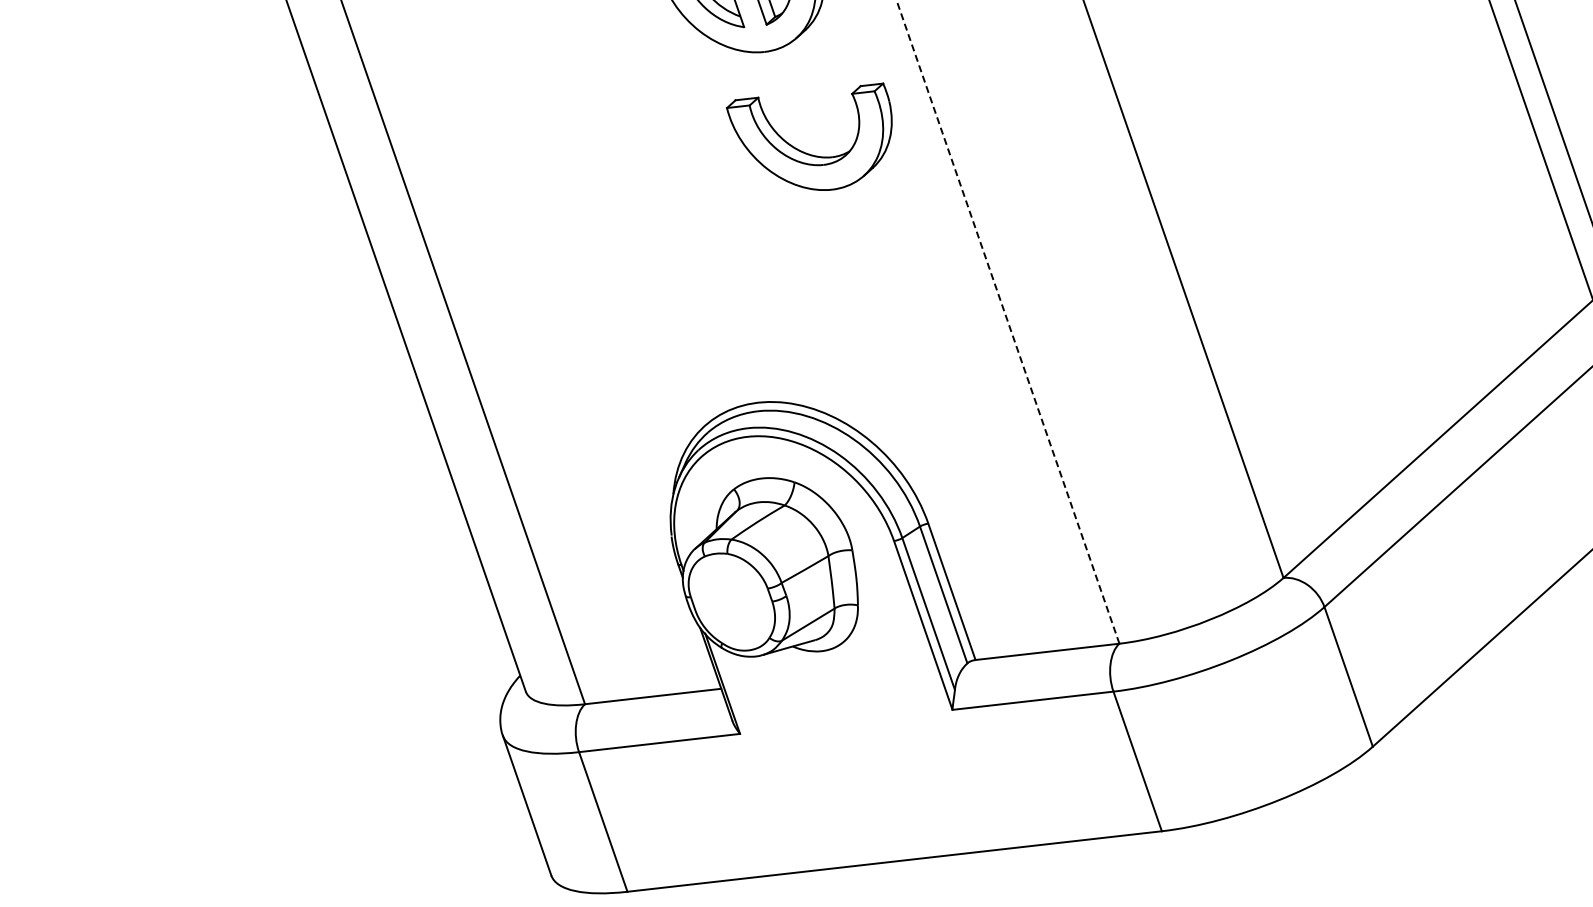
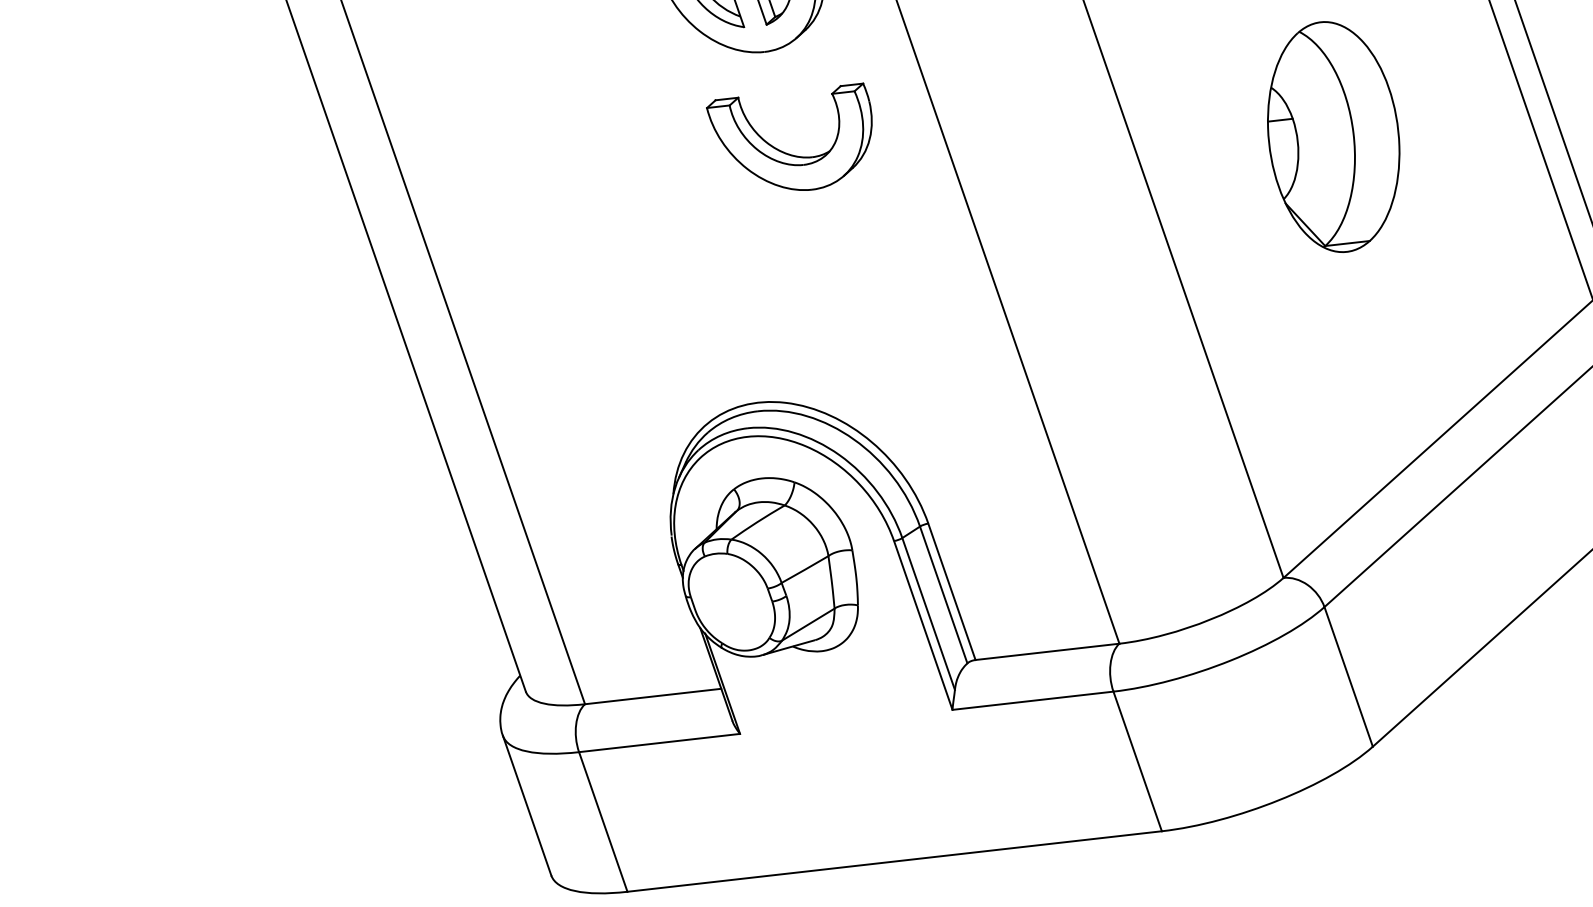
part at (1333, 136): none -> present
part at (804, 151) position: (804, 151) -> (784, 151)
line at (1007, 321): dashed -> solid
